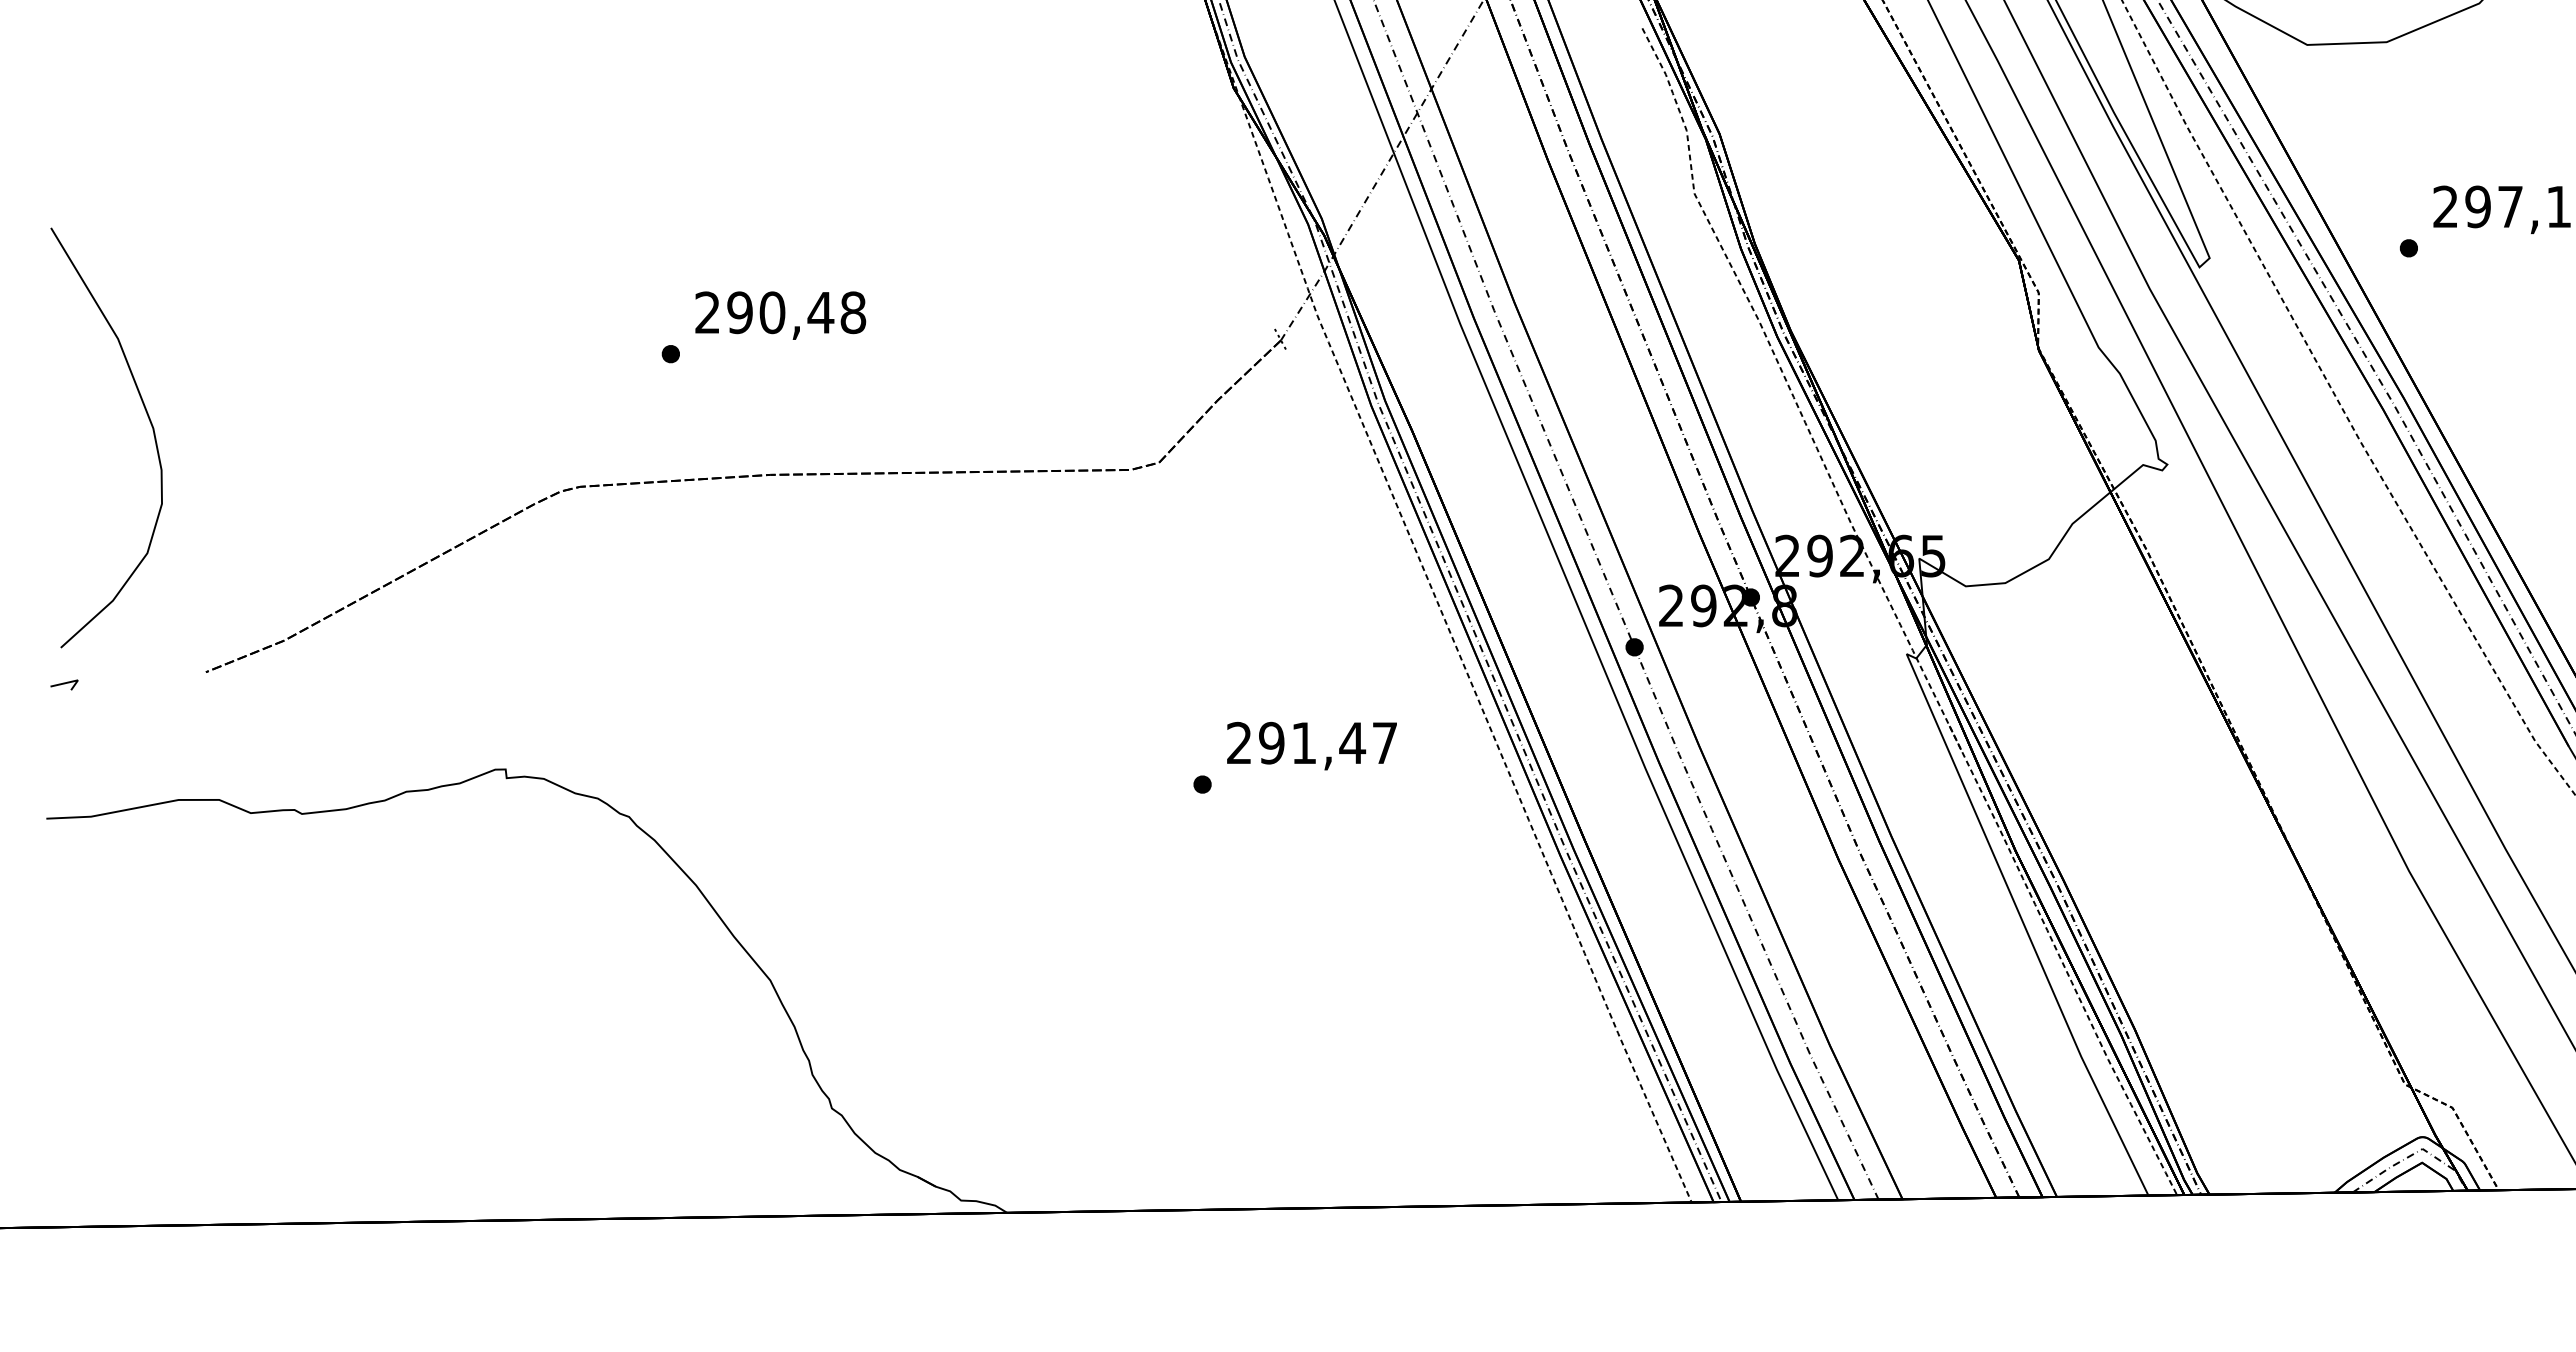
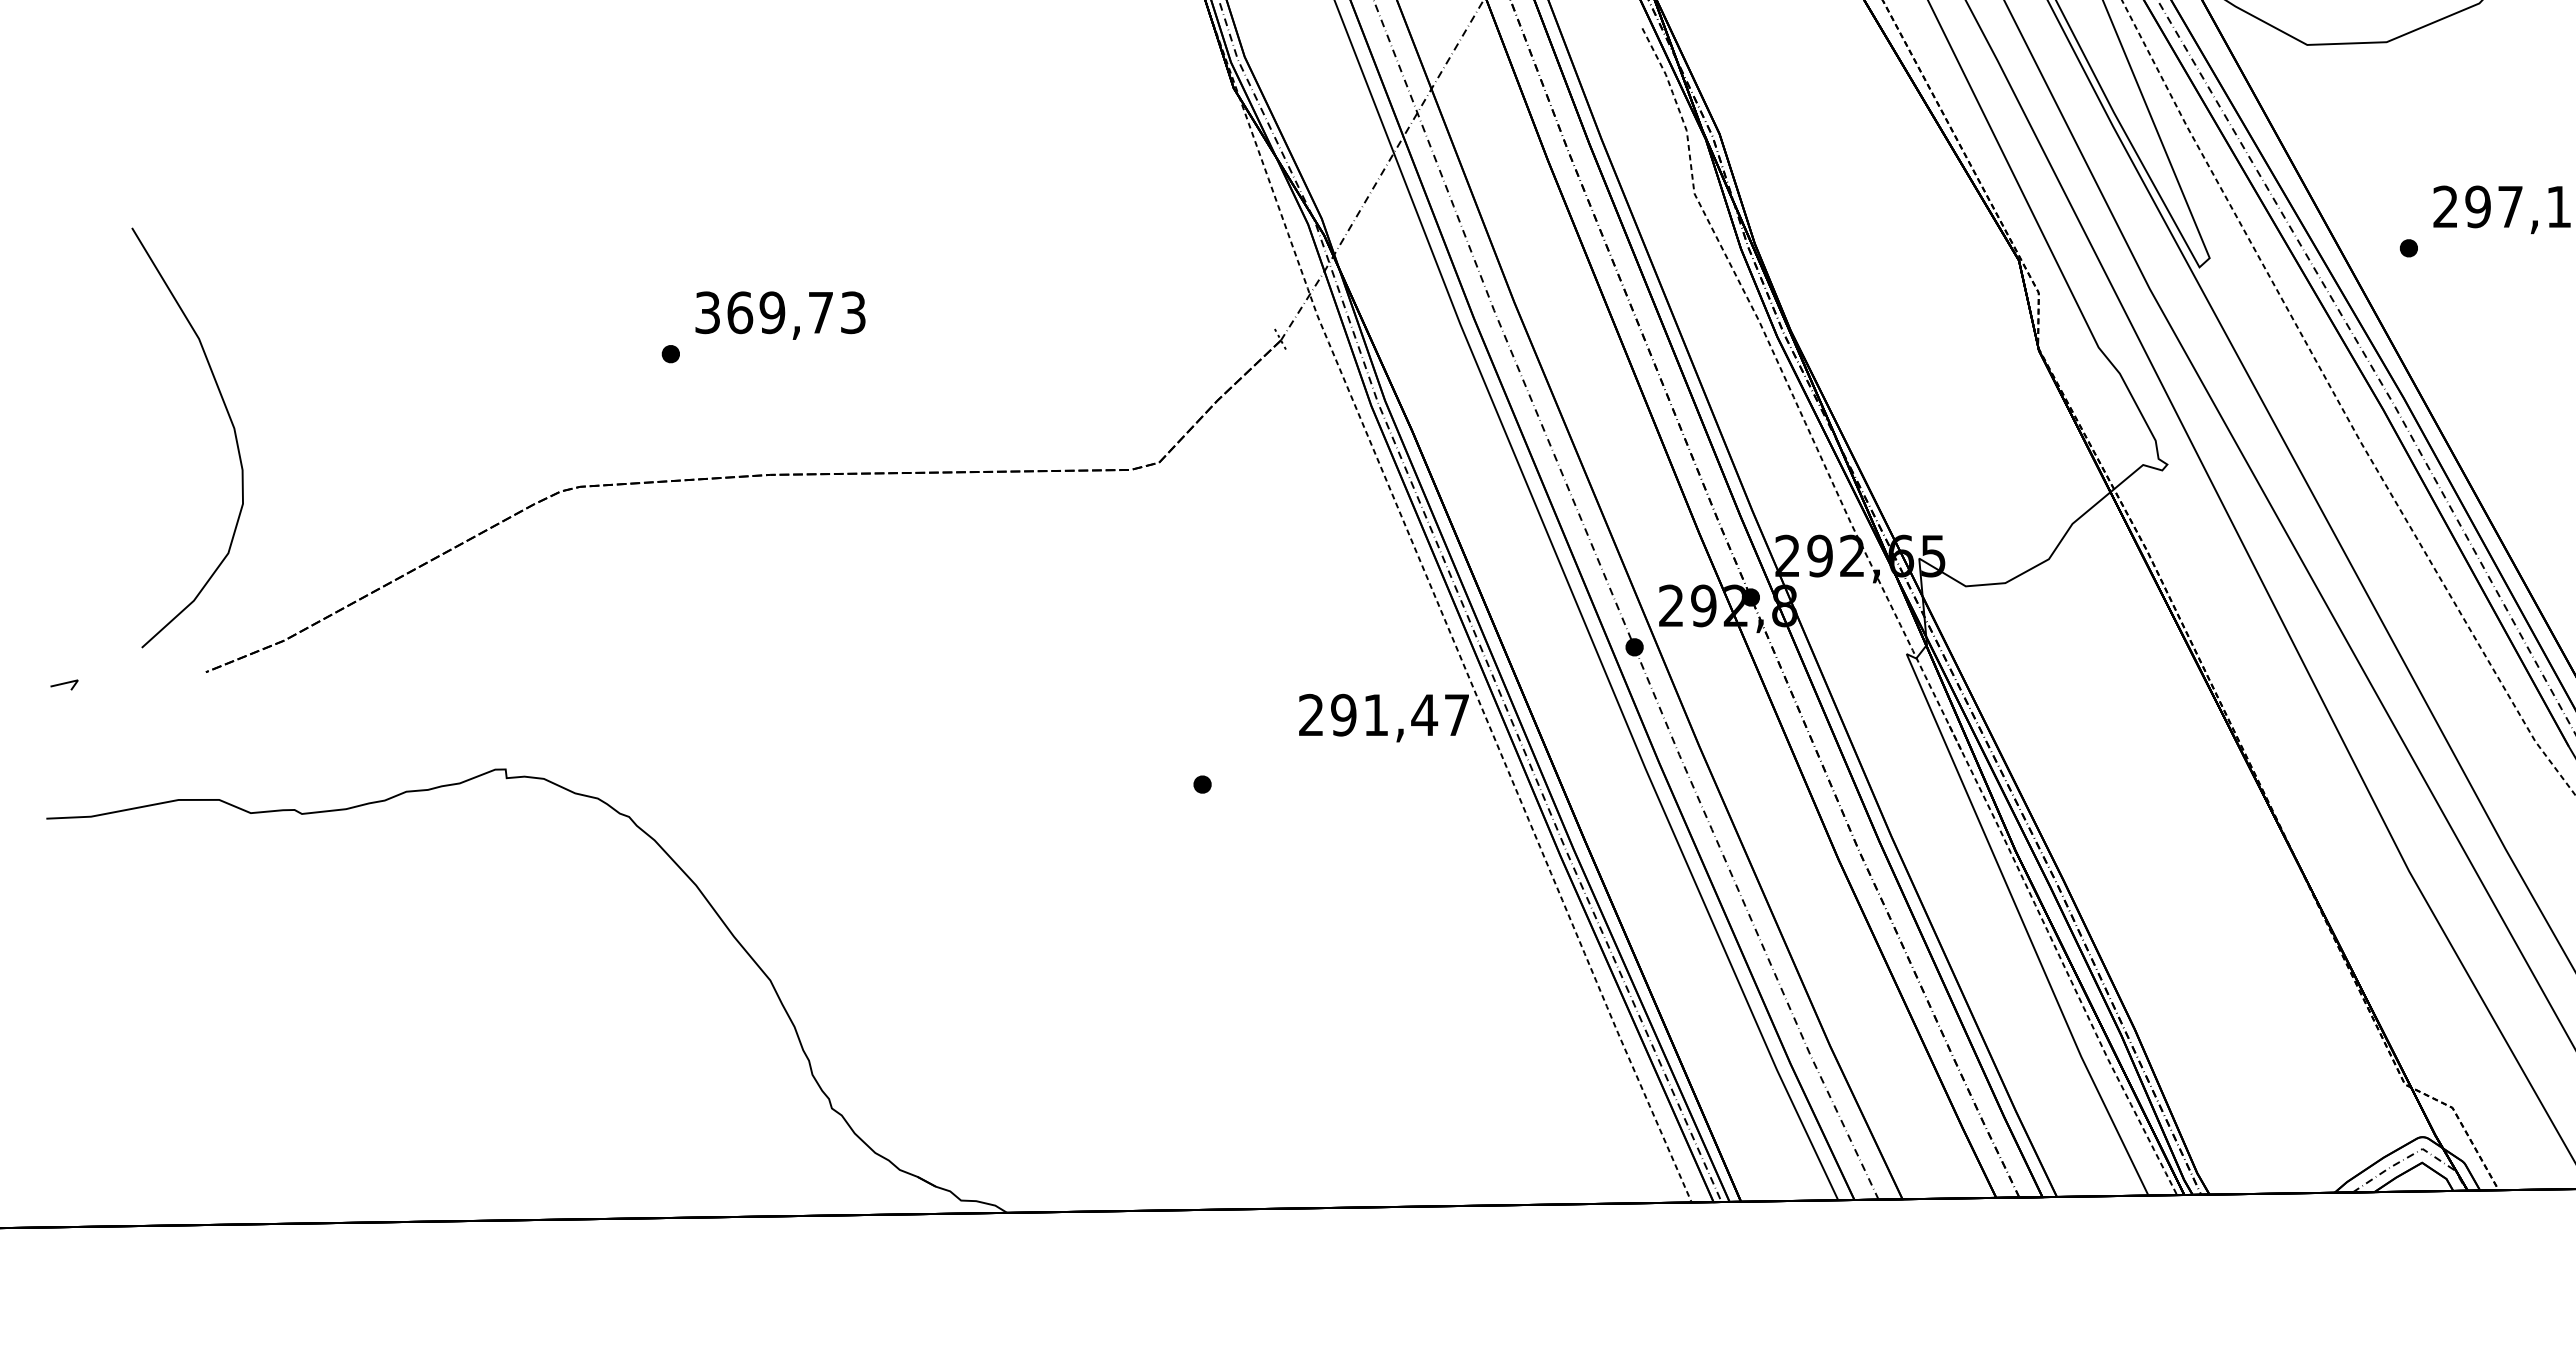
text at (780, 312): 290,48 -> 369,73
curve at (148, 419) position: (148, 419) -> (229, 419)
text at (1311, 745) position: (1311, 745) -> (1383, 717)
